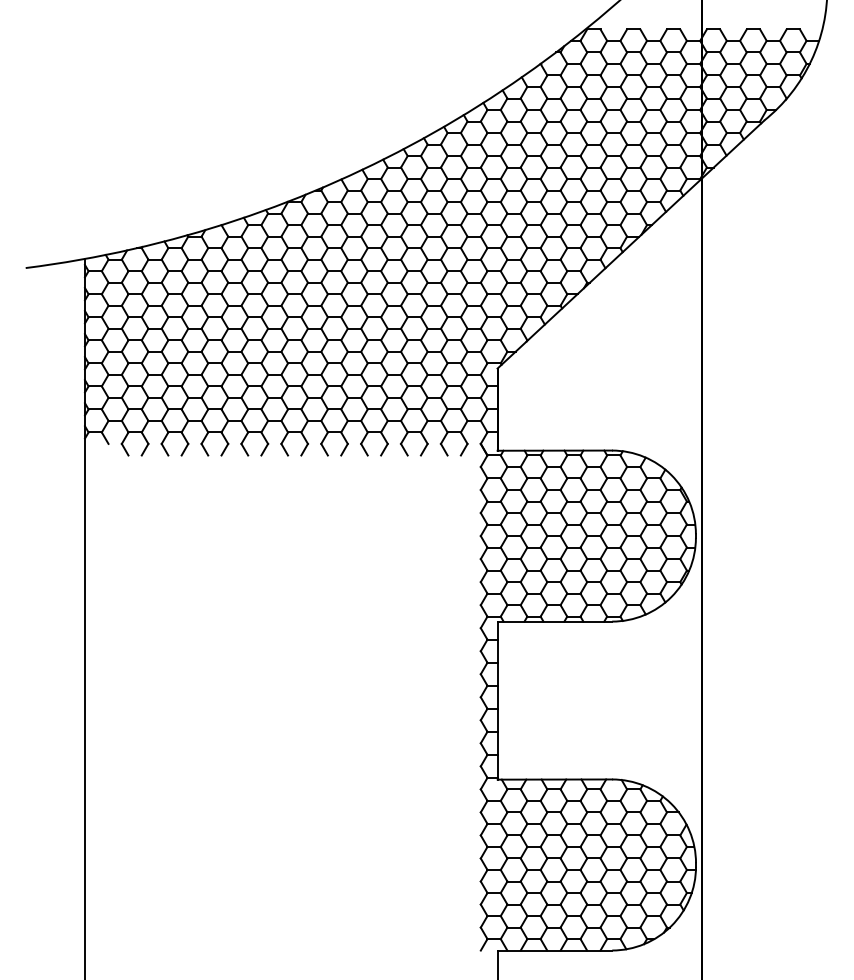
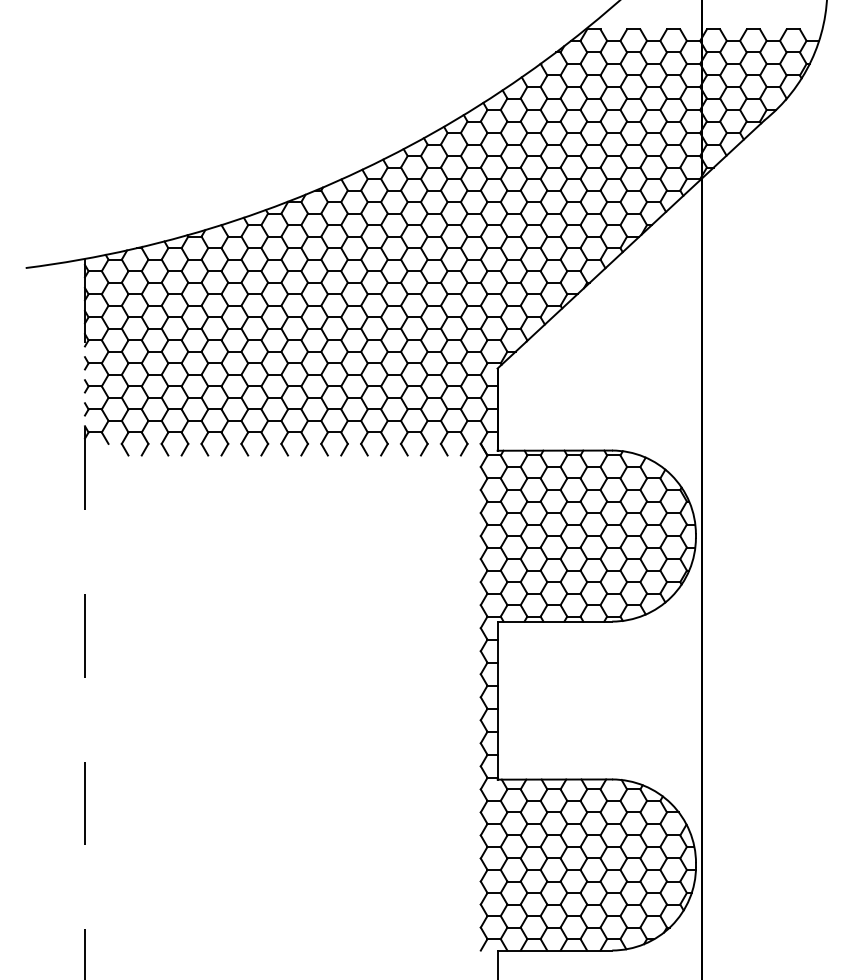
line at (85, 619): solid -> dashed
